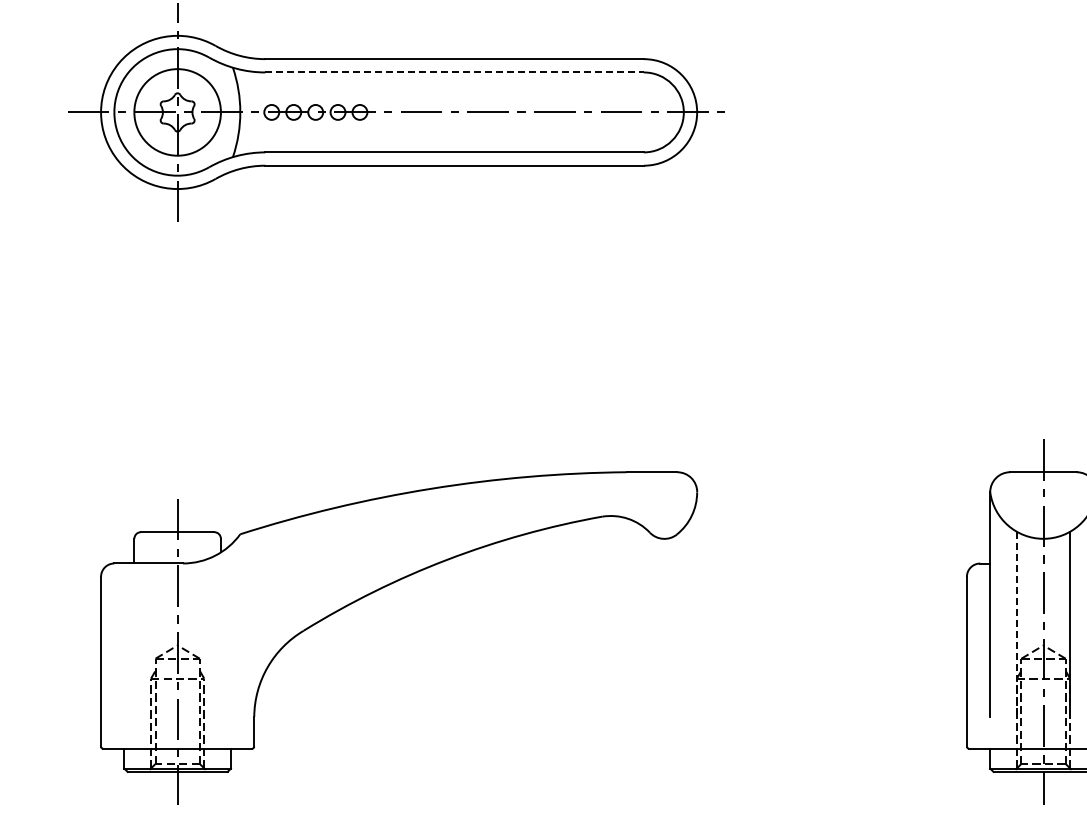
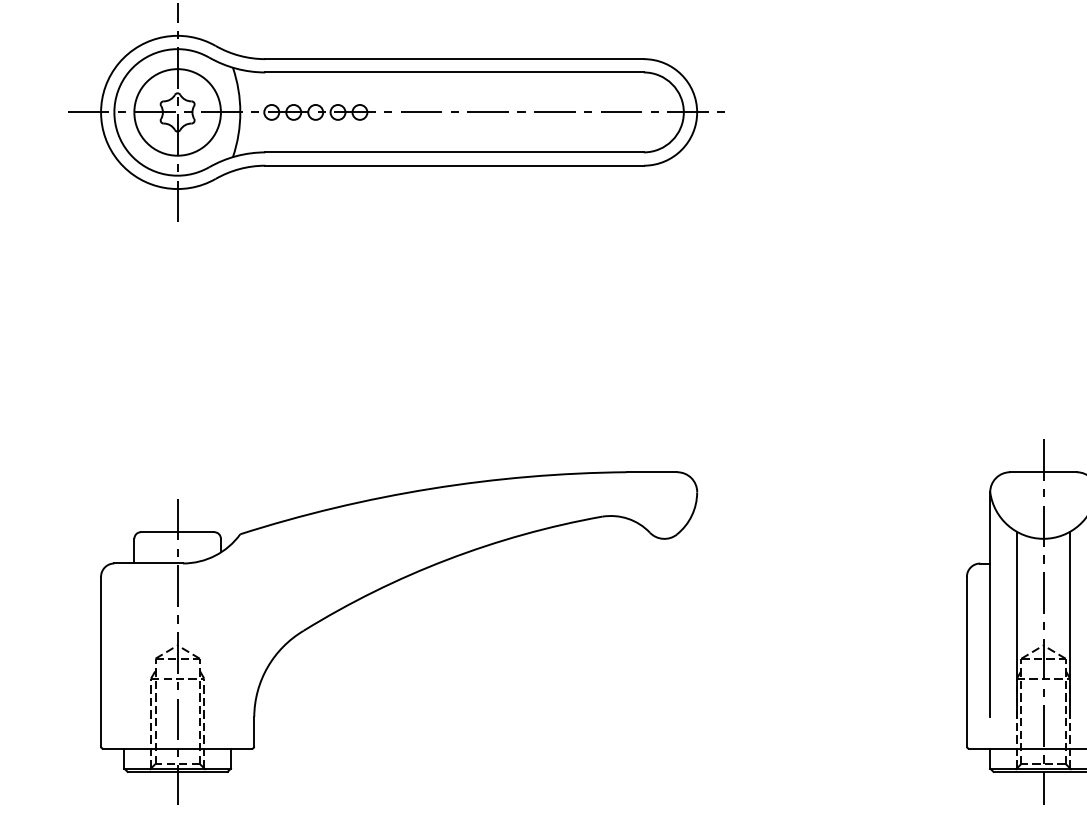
line at (455, 72): dashed -> solid
line at (1016, 624): dashed -> solid
